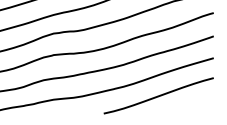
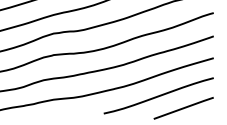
line at (183, 108): none -> present
